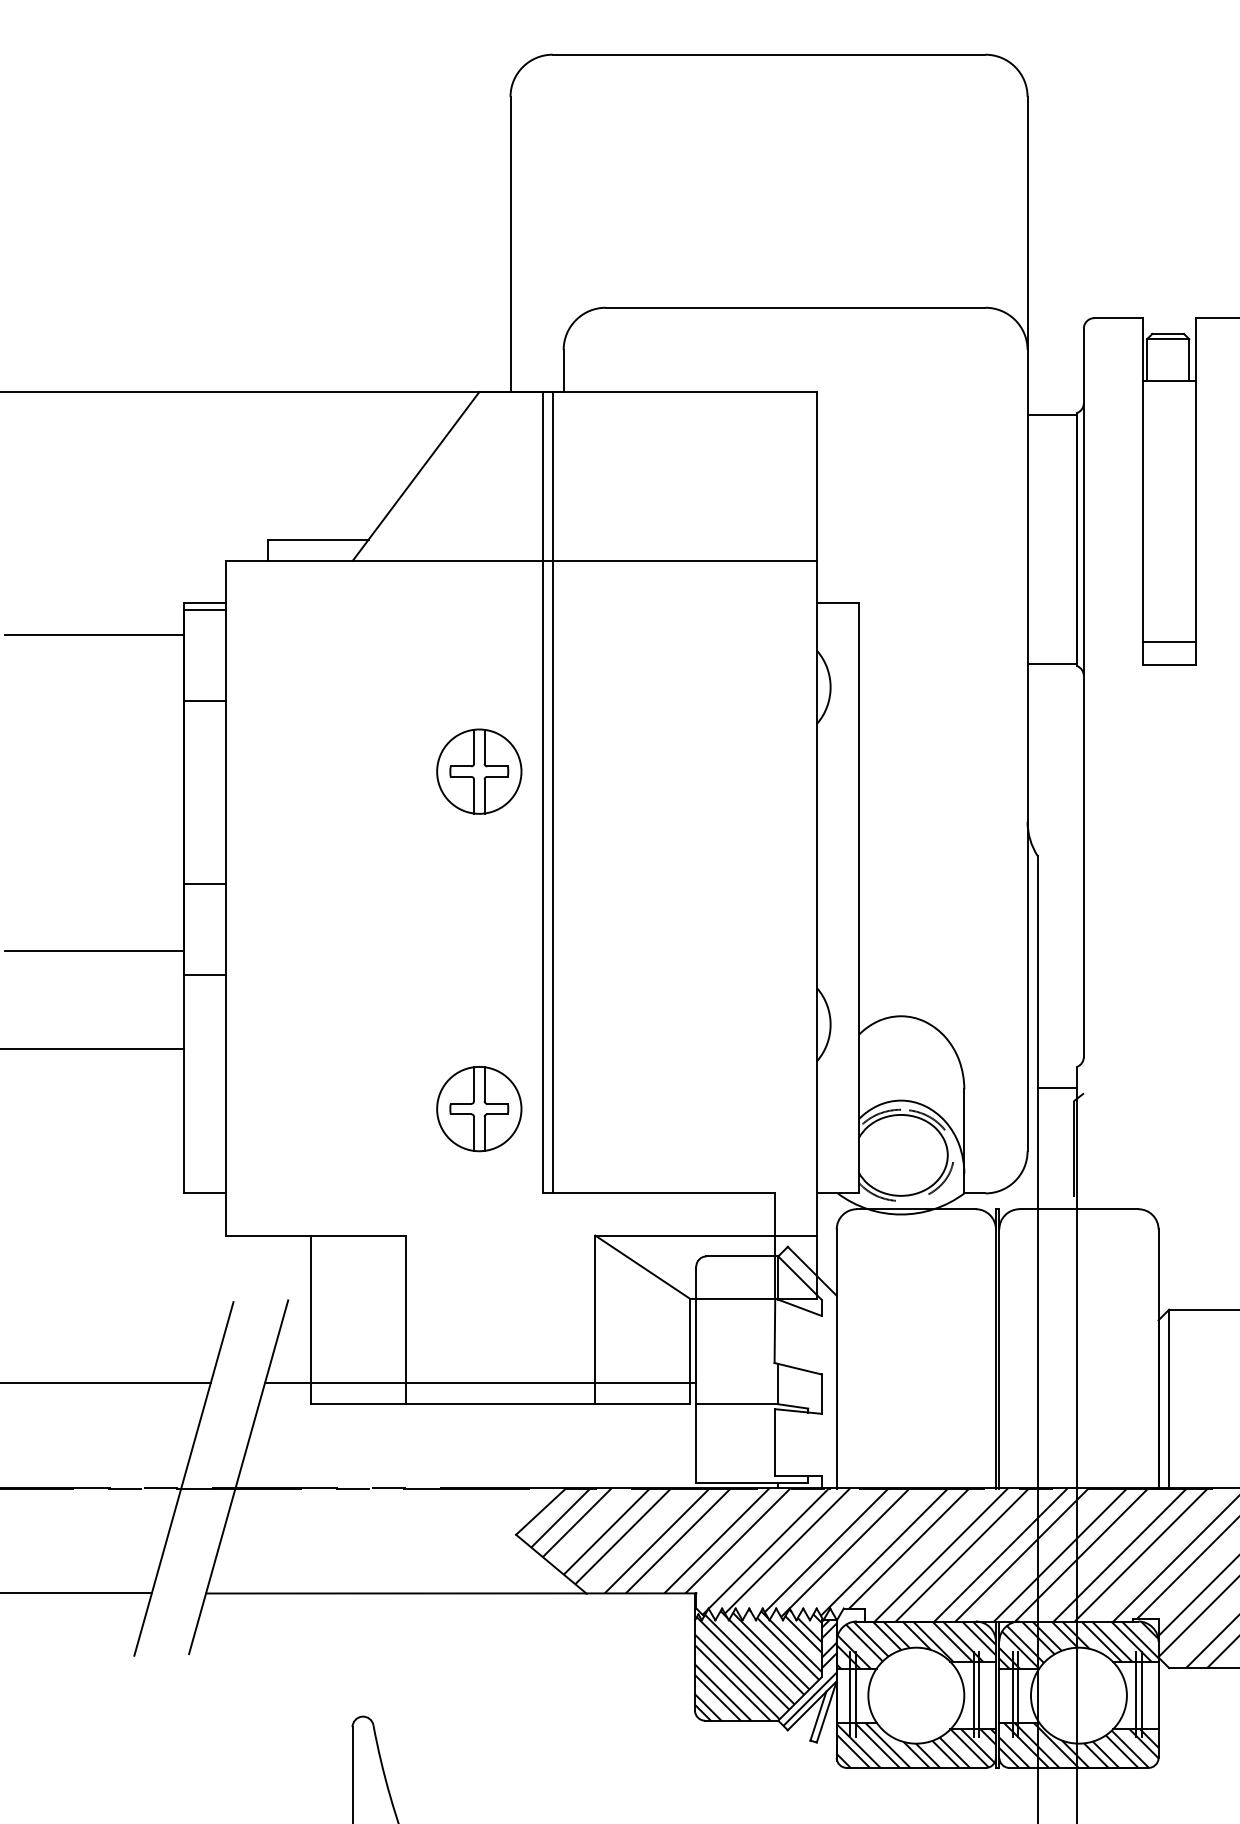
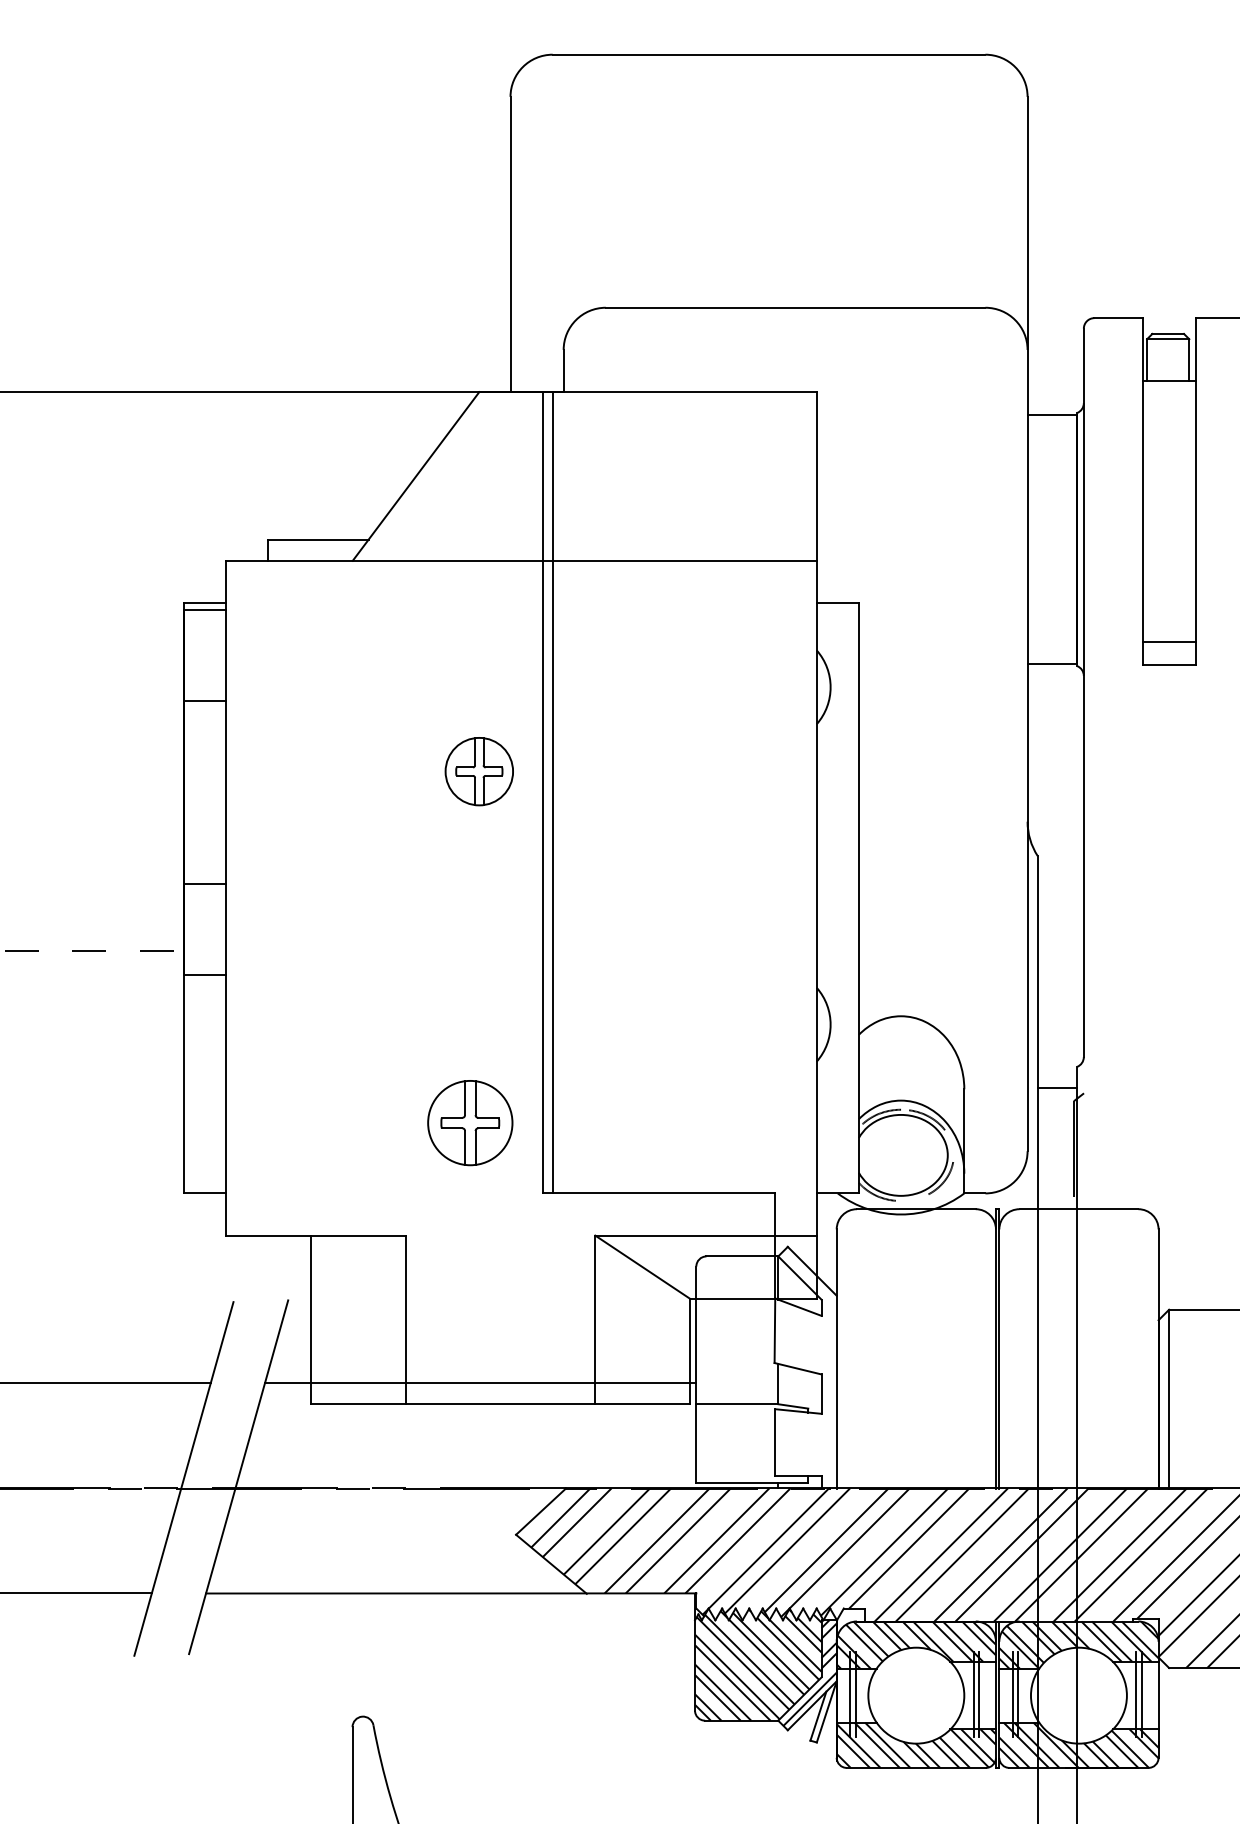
line at (94, 634): present -> none
part at (479, 771) size: 87x87 px -> 70x70 px
line at (94, 950): solid -> dashed
line at (93, 1048): present -> none
part at (479, 1109) position: (479, 1109) -> (470, 1123)
